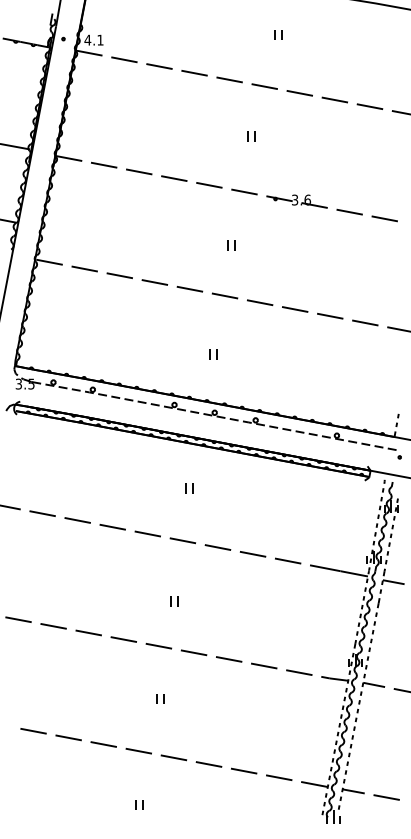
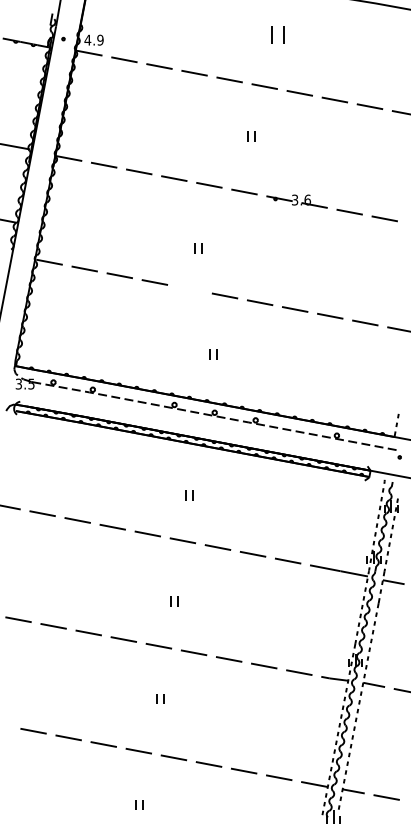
part at (278, 34) size: 9x10 px -> 14x18 px
text at (100, 39): 4.1 -> 4.9
part at (231, 245) position: (231, 245) -> (198, 248)
line at (189, 289): present -> none
part at (189, 488) position: (189, 488) -> (189, 495)
